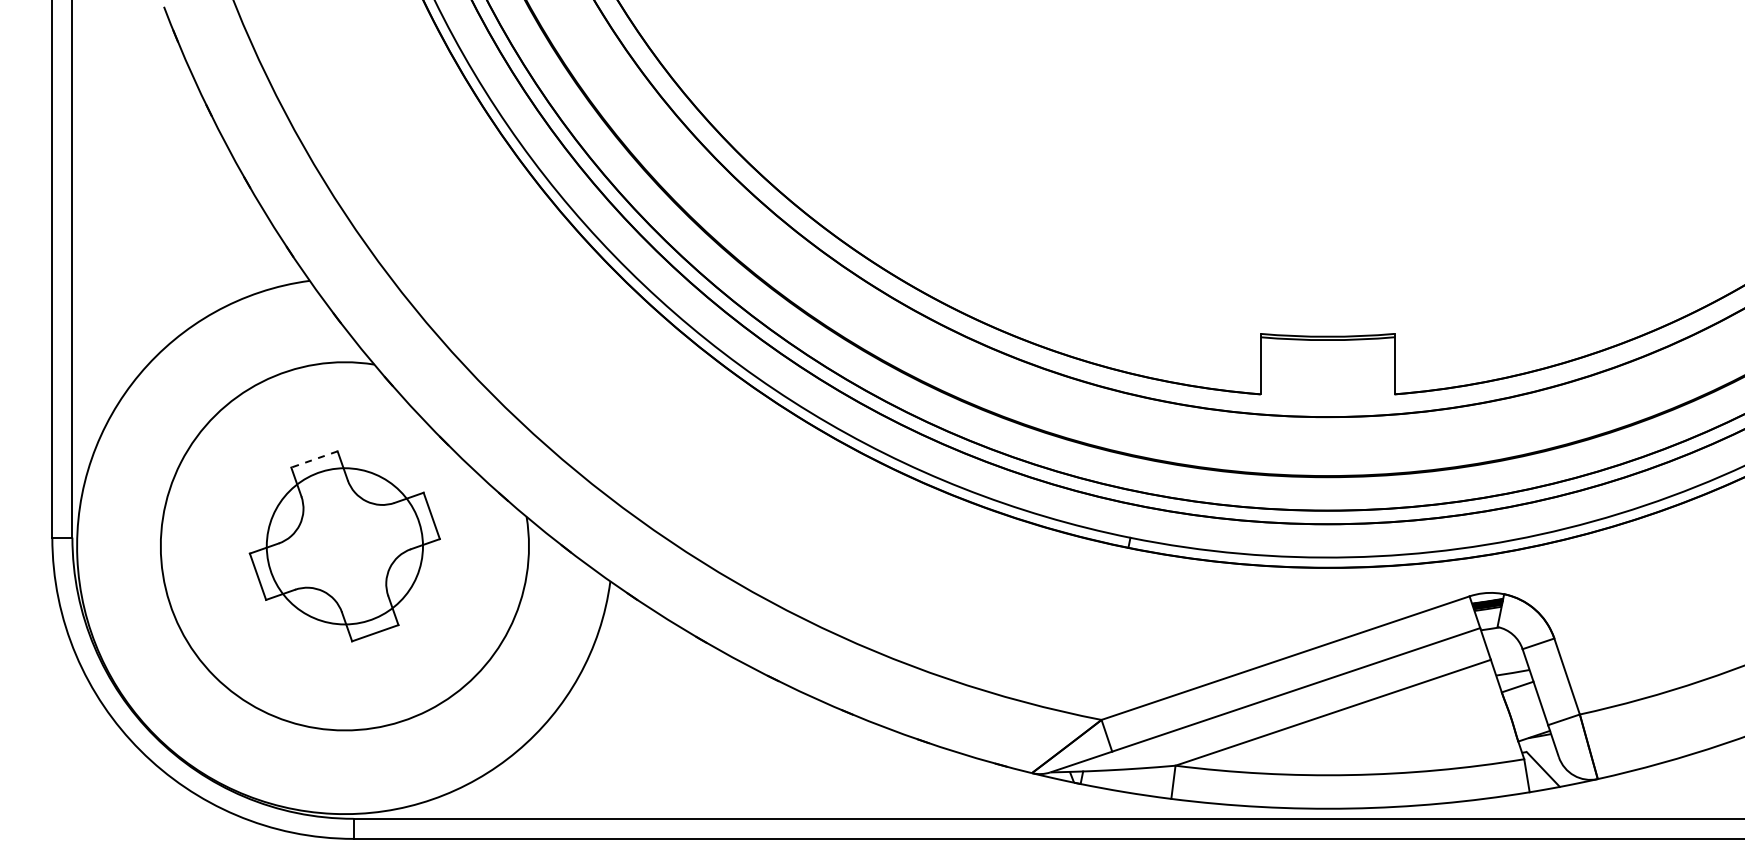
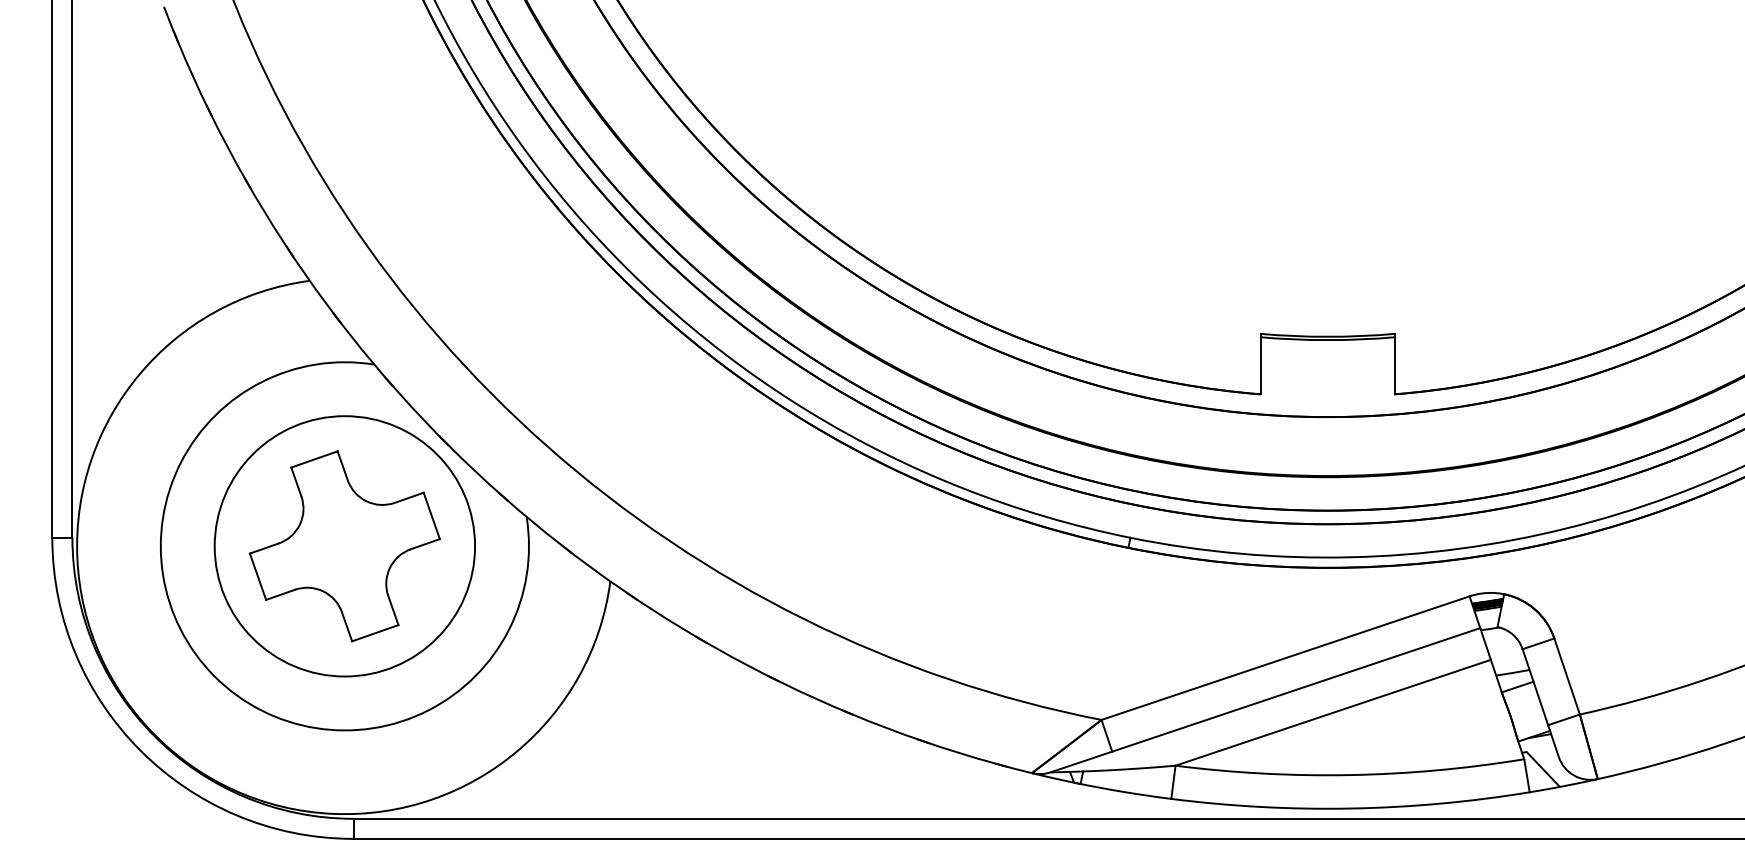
line at (314, 459): dashed -> solid
circle at (344, 546) diameter: 156 px -> 260 px
